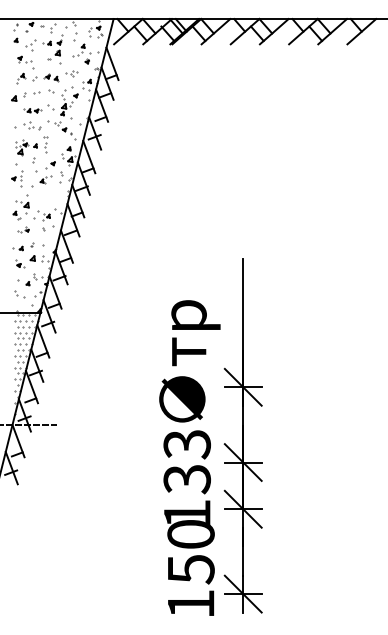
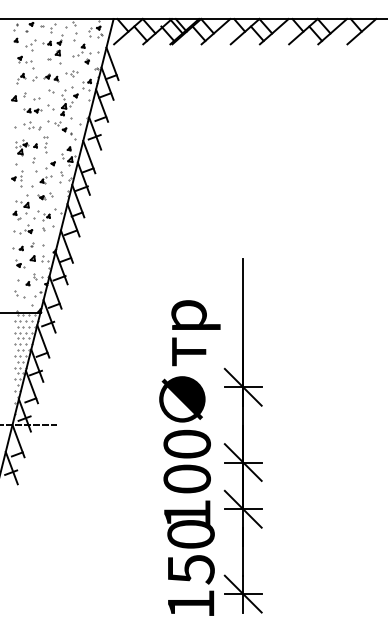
part at (36, 92) position: (36, 92) -> (36, 98)
part at (45, 196): none -> present
part at (23, 229) size: 13x8 px -> 21x11 px
text at (186, 461): 133 -> 100
